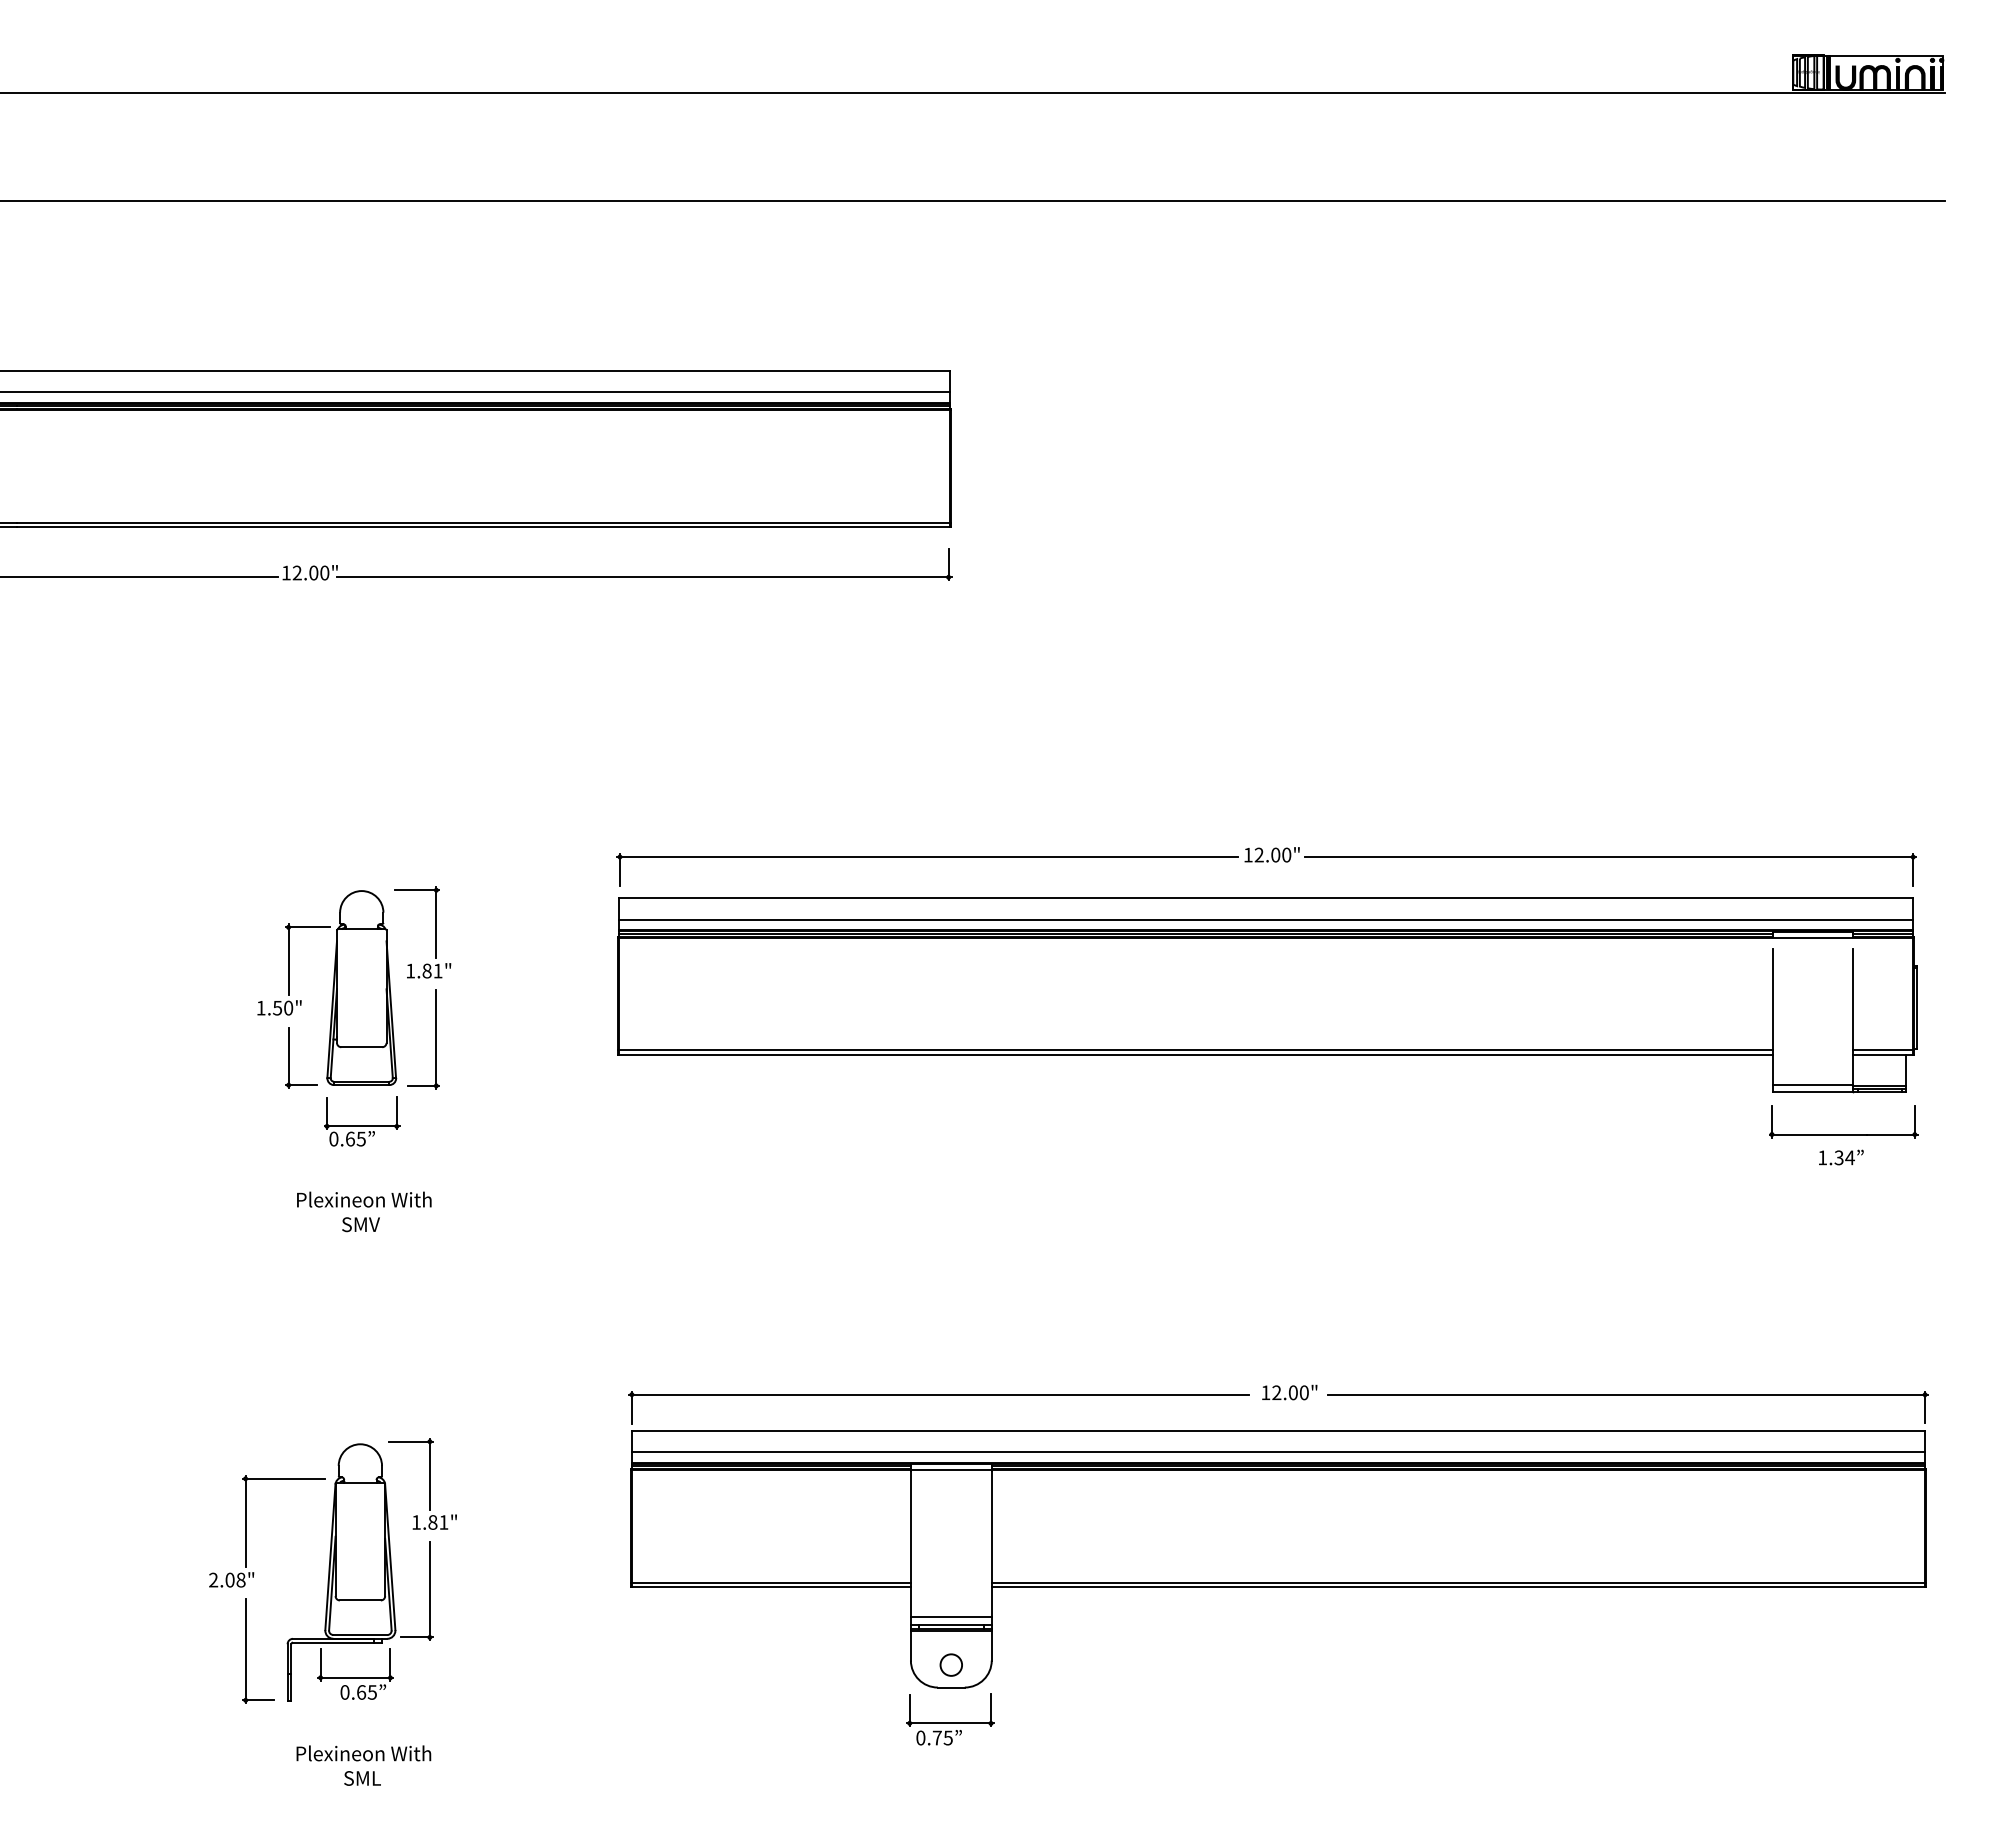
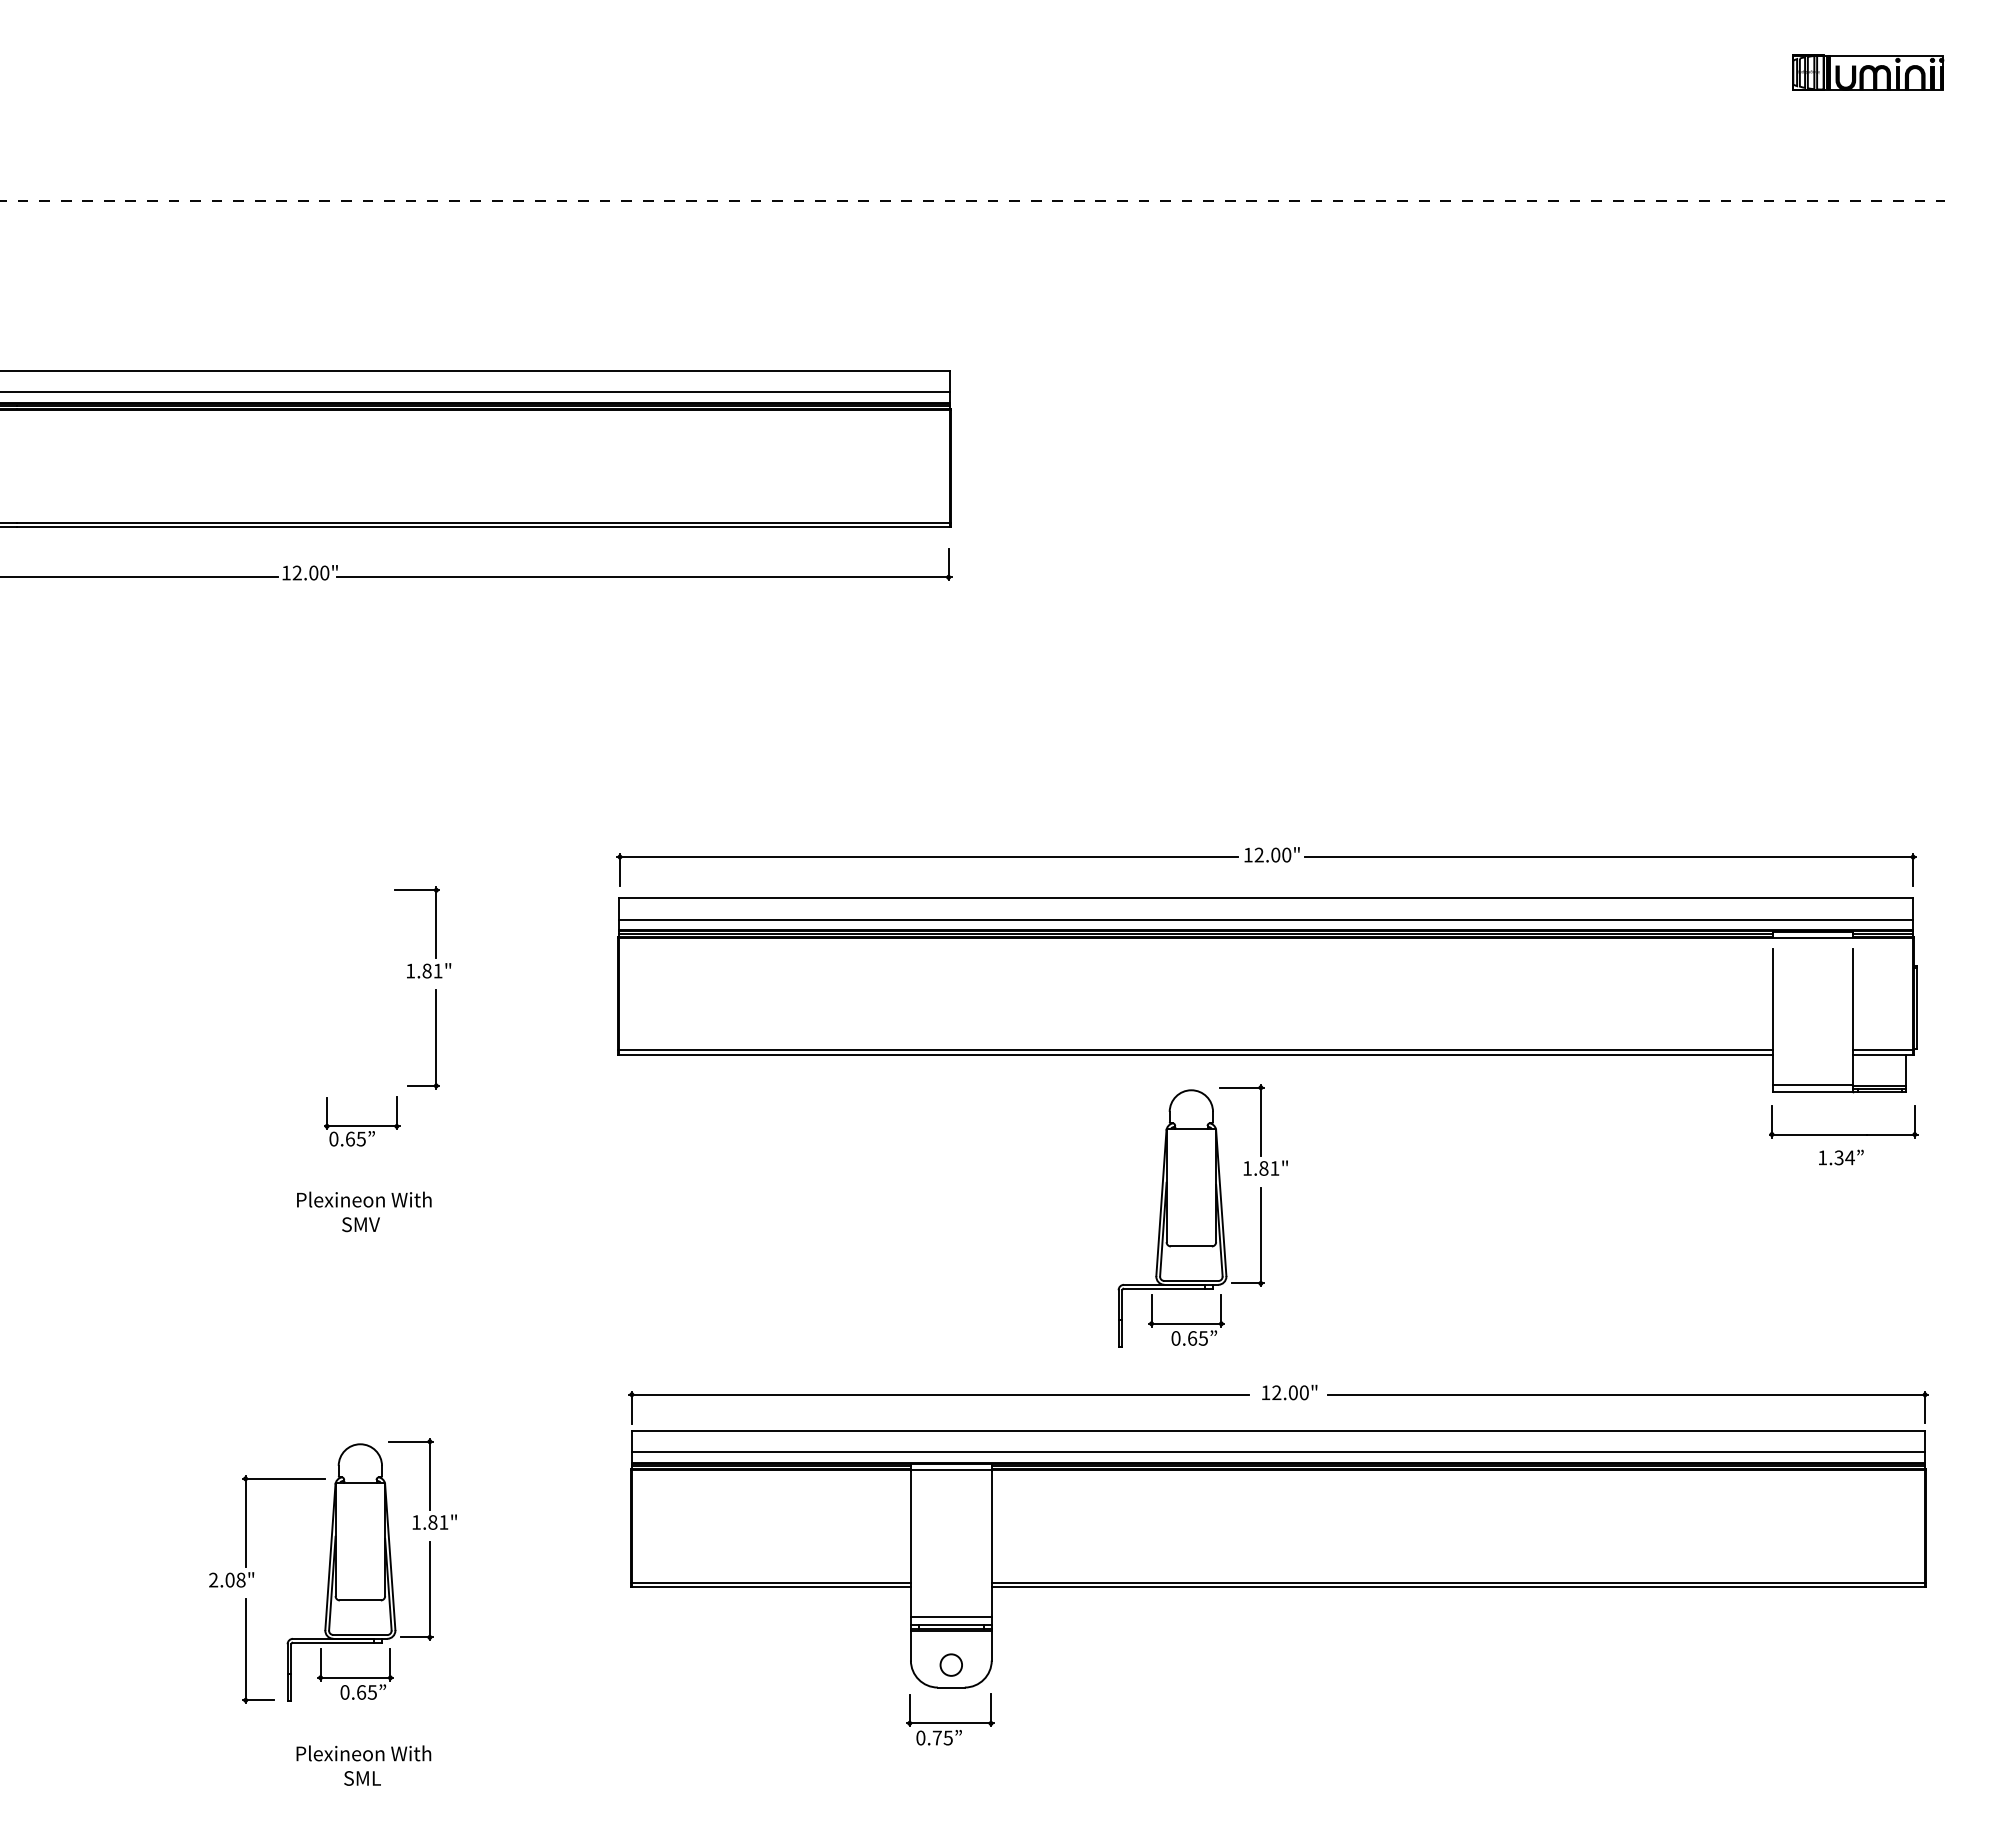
line at (973, 93): present -> none
line at (972, 200): solid -> dashed
part at (327, 989): present -> none
part at (1202, 1215): none -> present
